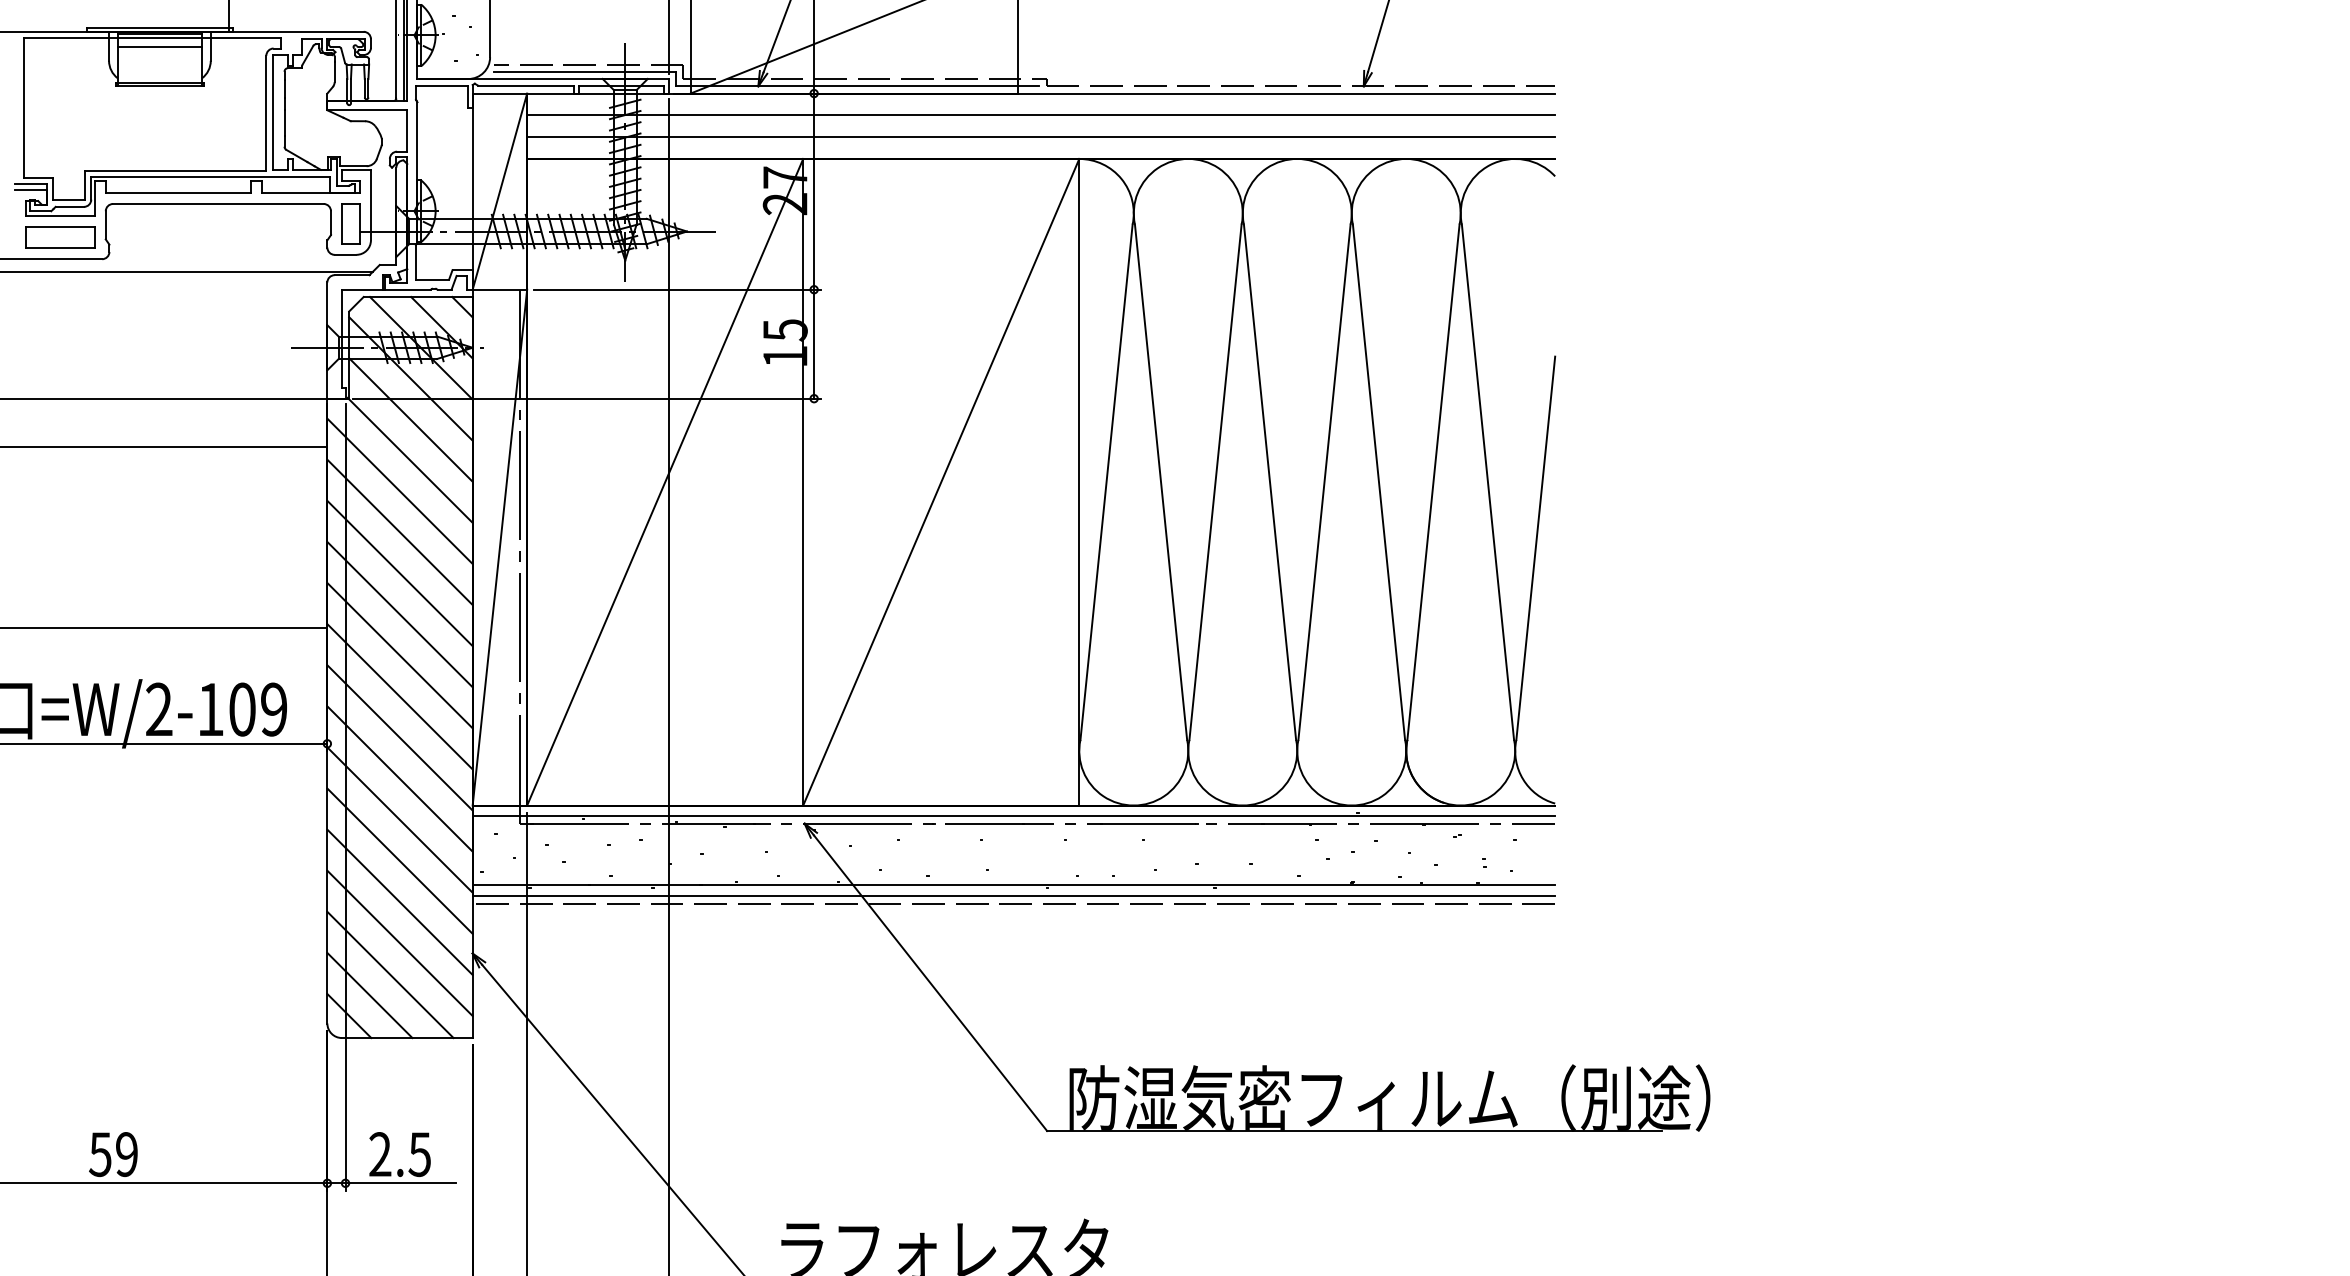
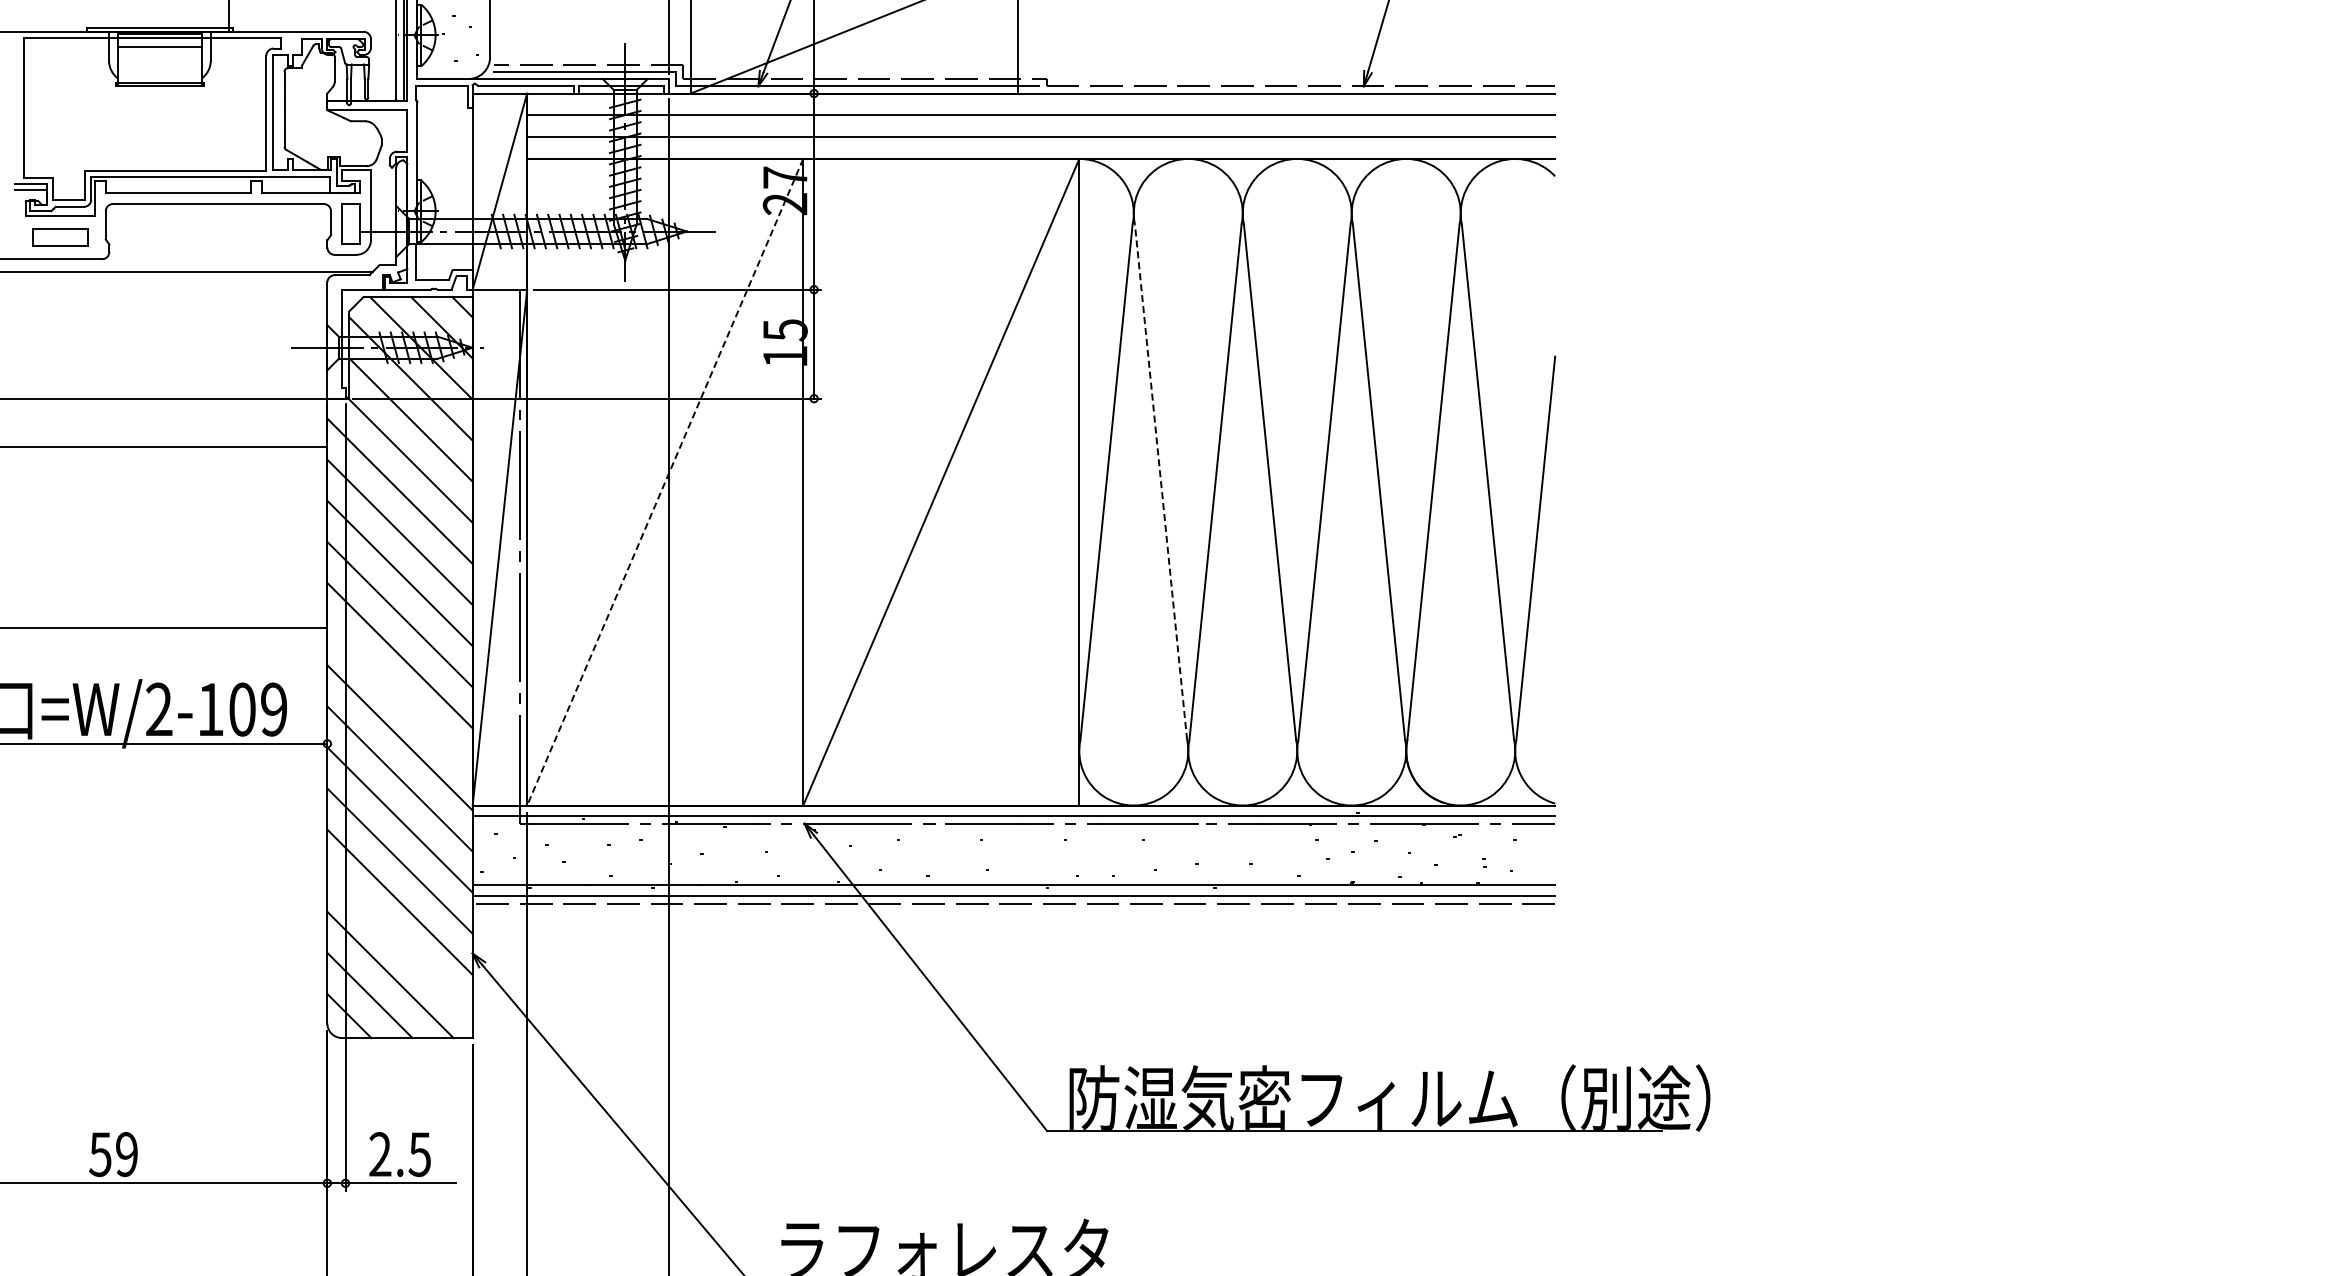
part at (60, 237) size: 71x23 px -> 57x19 px
line at (665, 482): solid -> dashed
line at (1161, 482): solid -> dashed
line at (399, 696): present -> none
line at (399, 943): present -> none
